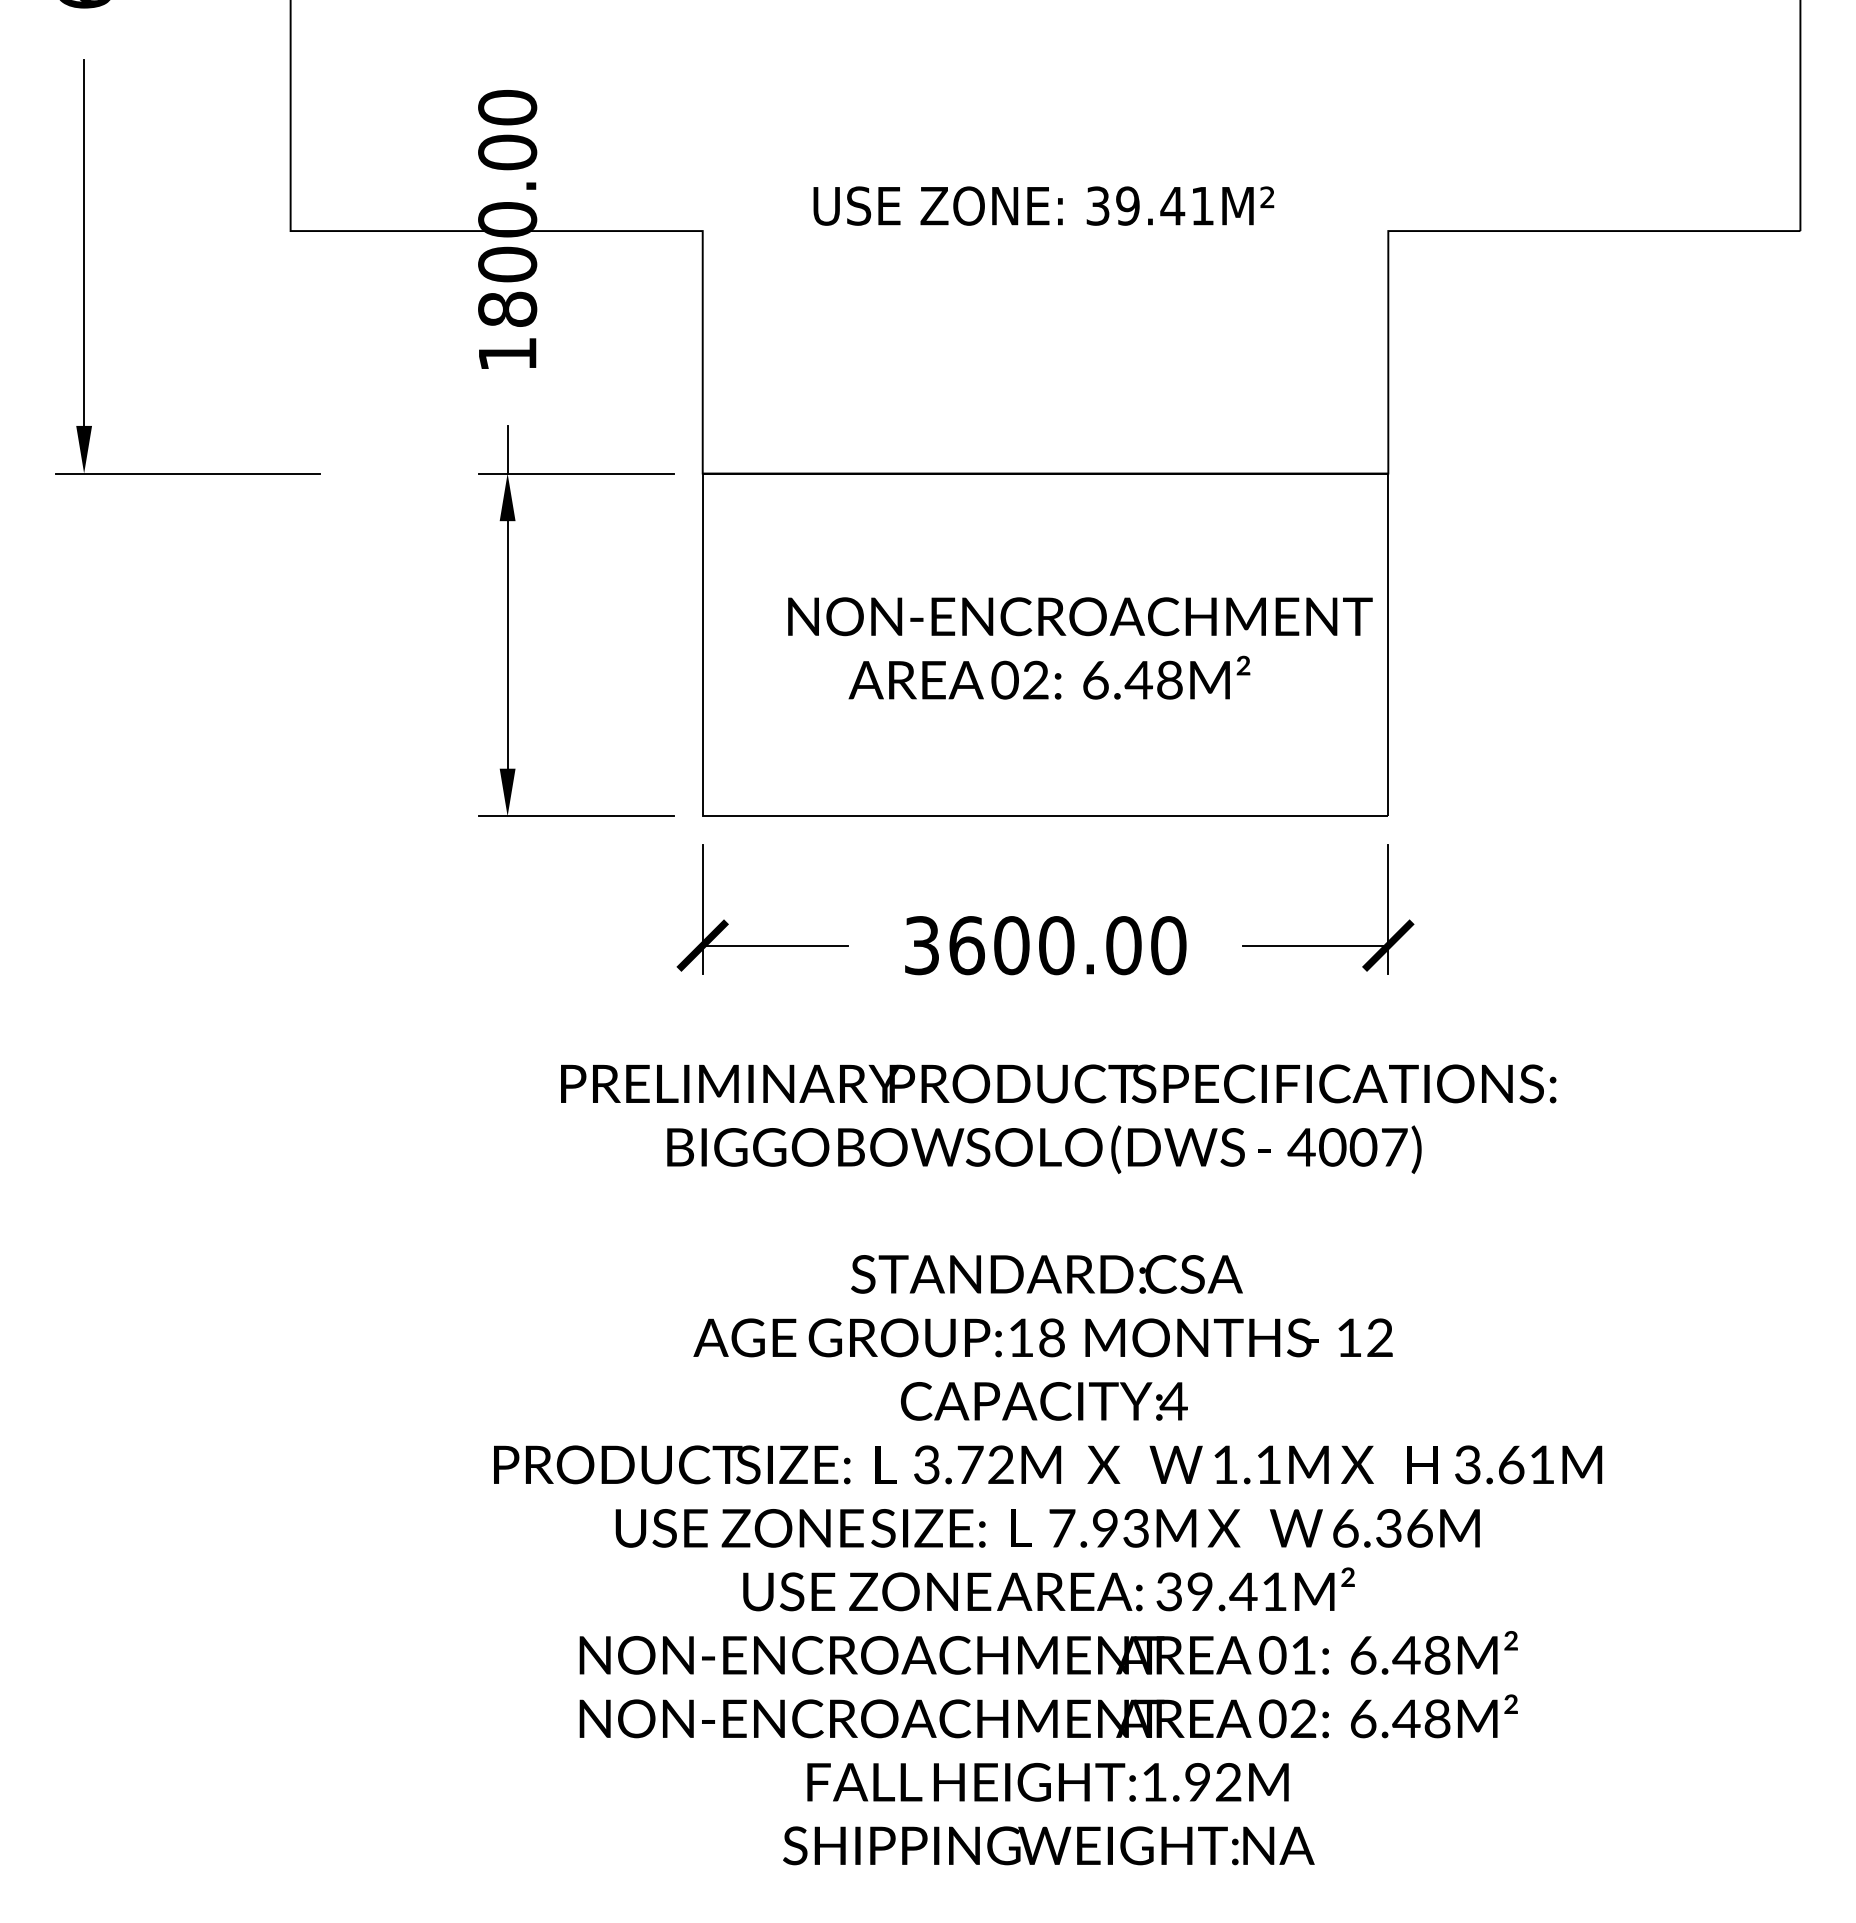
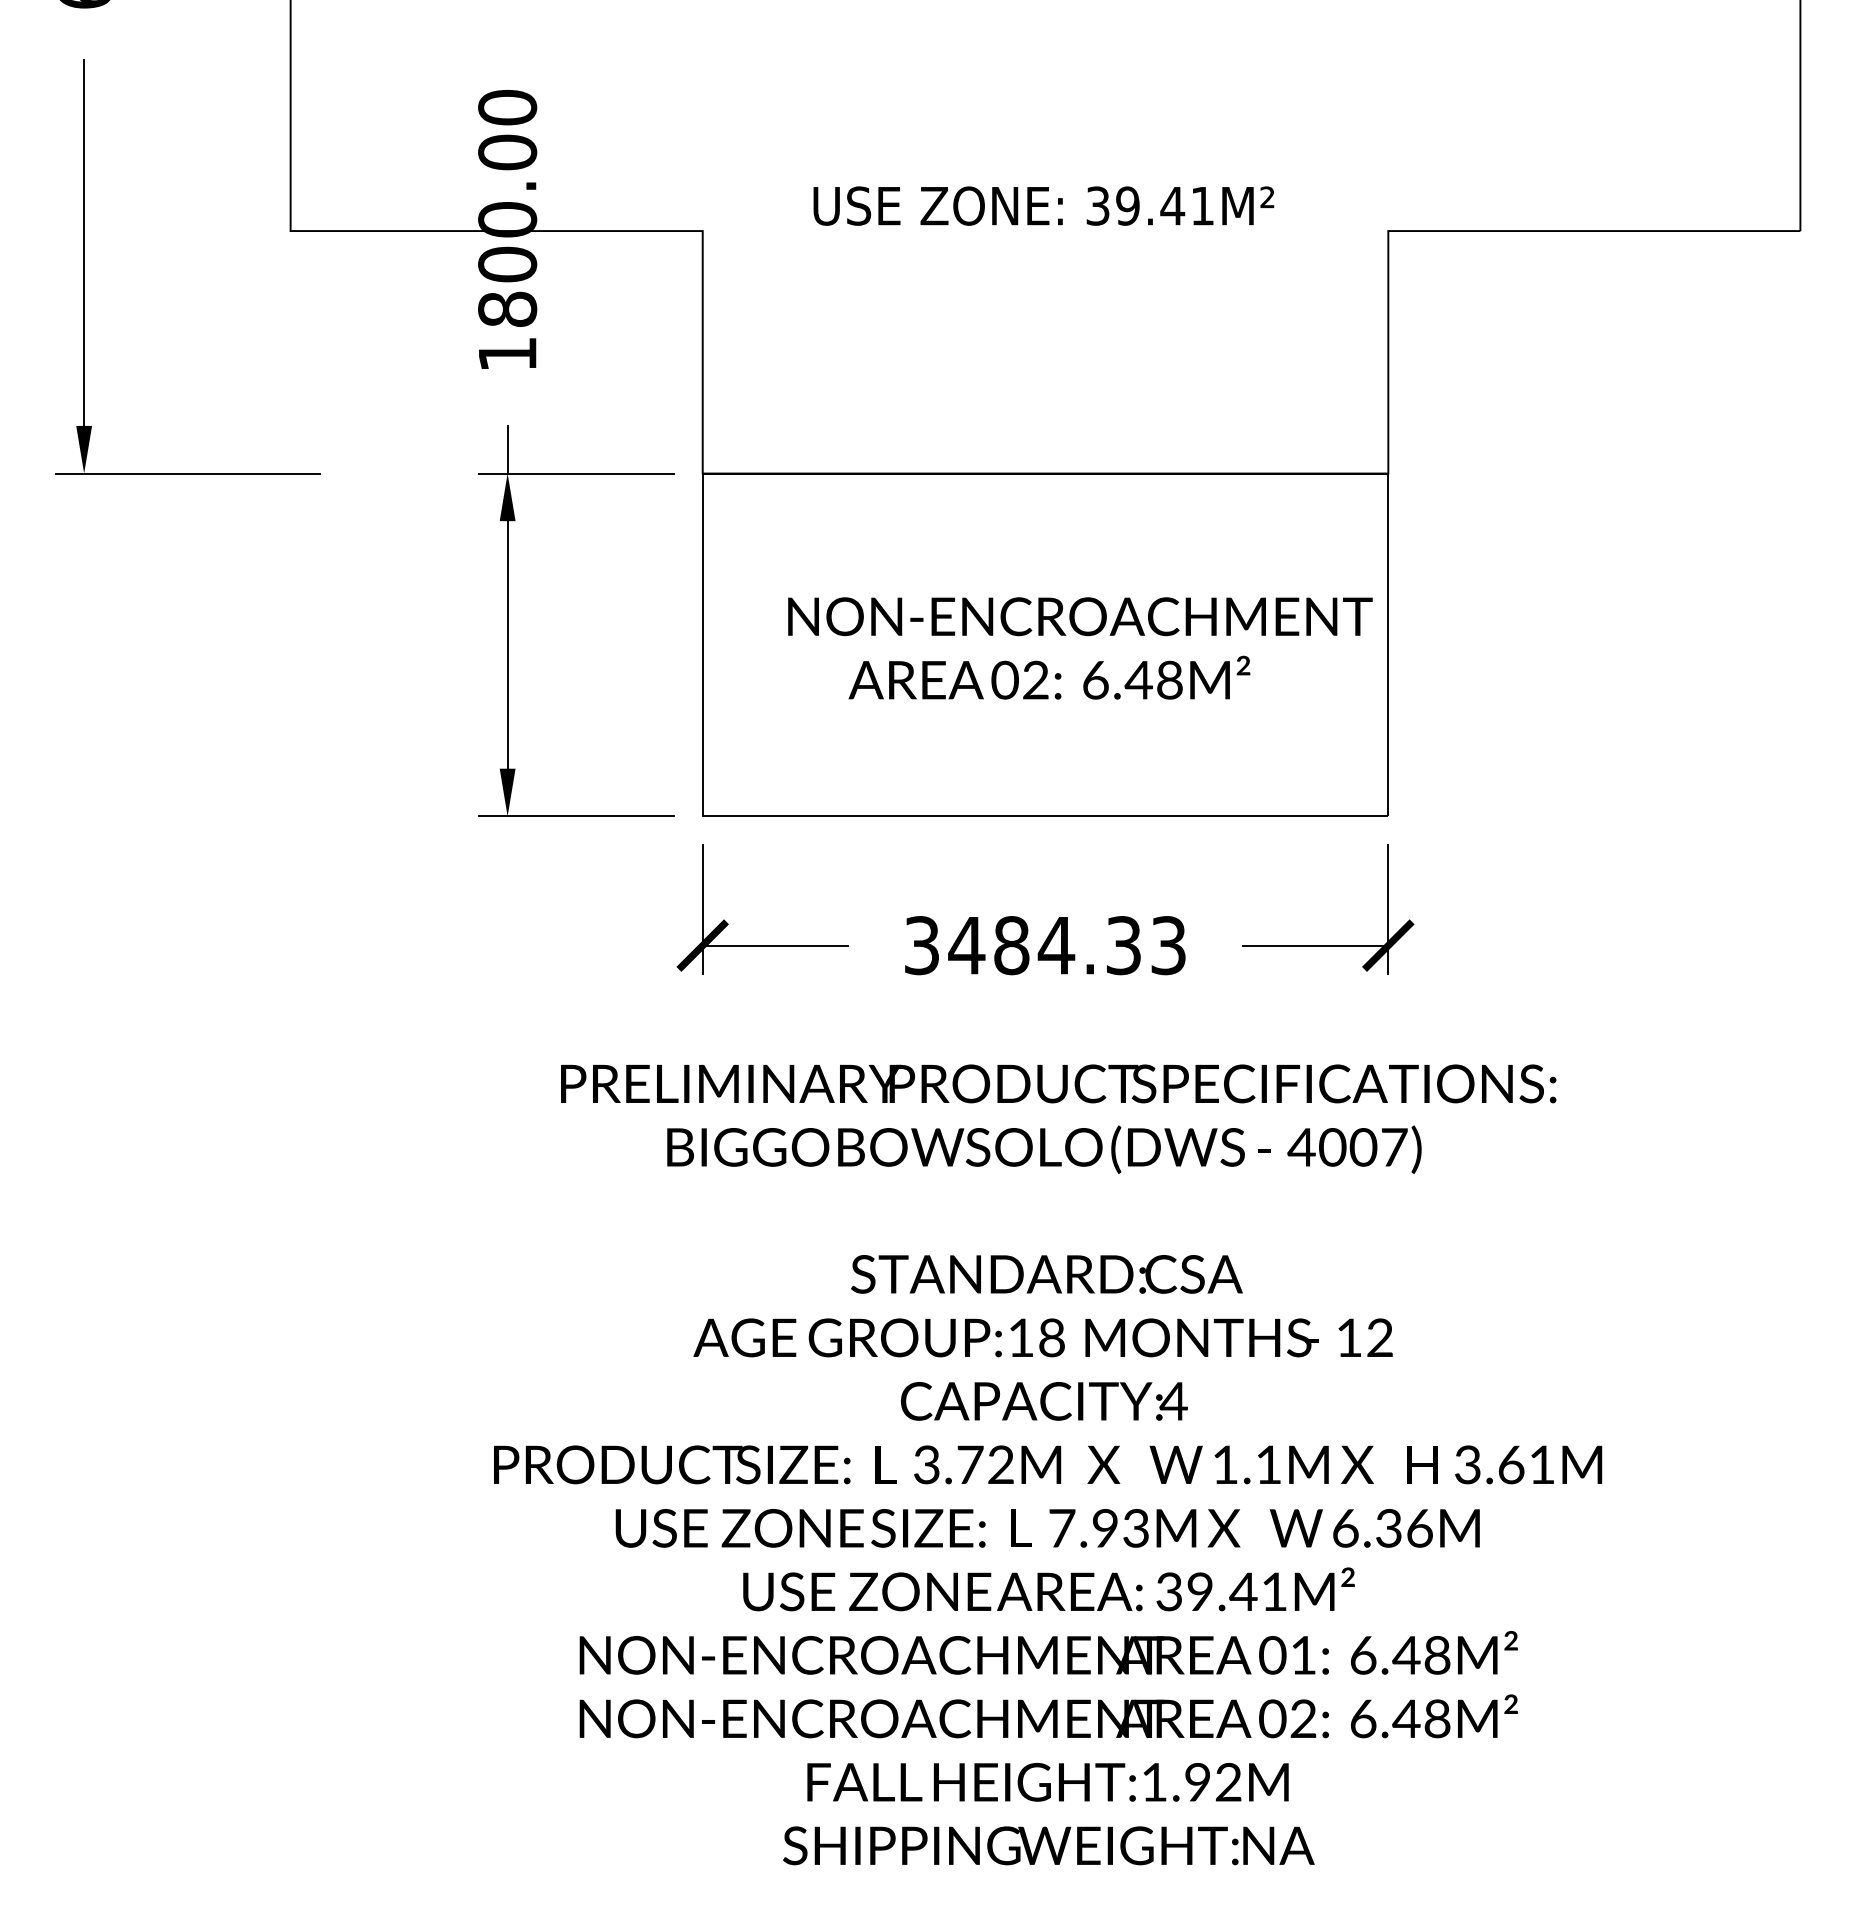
text at (1067, 945): 3600.00 -> 3484.33
